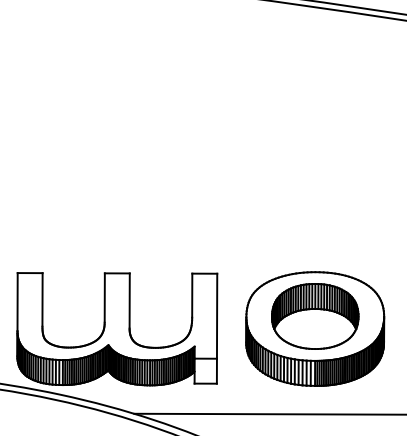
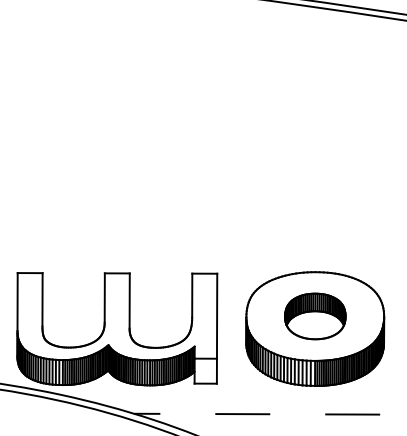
part at (315, 316) size: 89x67 px -> 63x49 px
line at (270, 414): solid -> dashed
